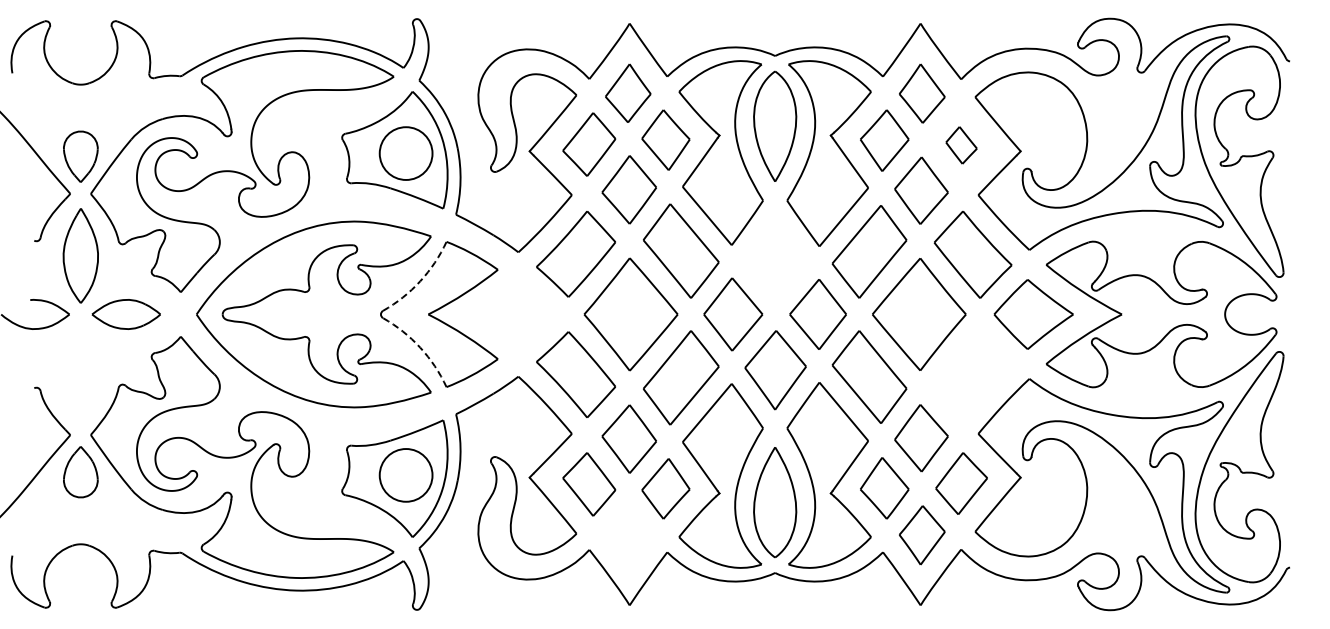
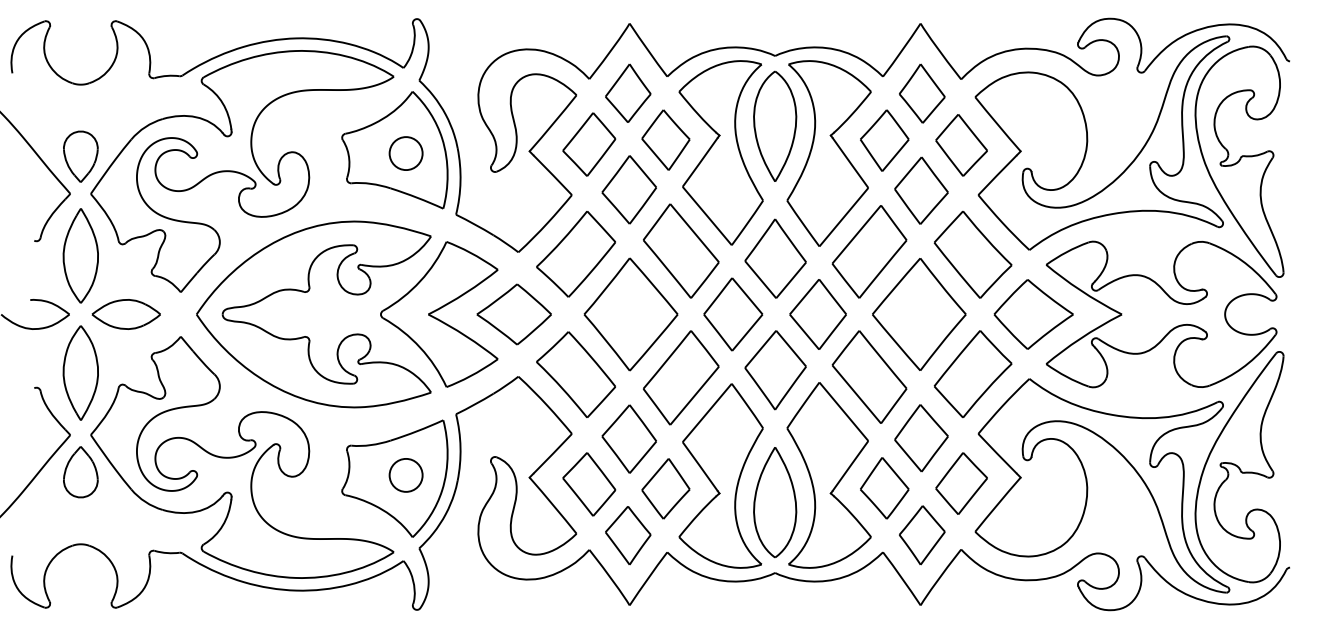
part at (961, 145) size: 33x39 px -> 53x63 px
circle at (405, 153) diameter: 53 px -> 33 px
part at (775, 258): none -> present
arc at (420, 281): dashed -> solid
part at (513, 314): none -> present
arc at (420, 347): dashed -> solid
part at (80, 372): none -> present
part at (972, 374): none -> present
circle at (405, 475) diameter: 53 px -> 33 px
part at (628, 535): none -> present
